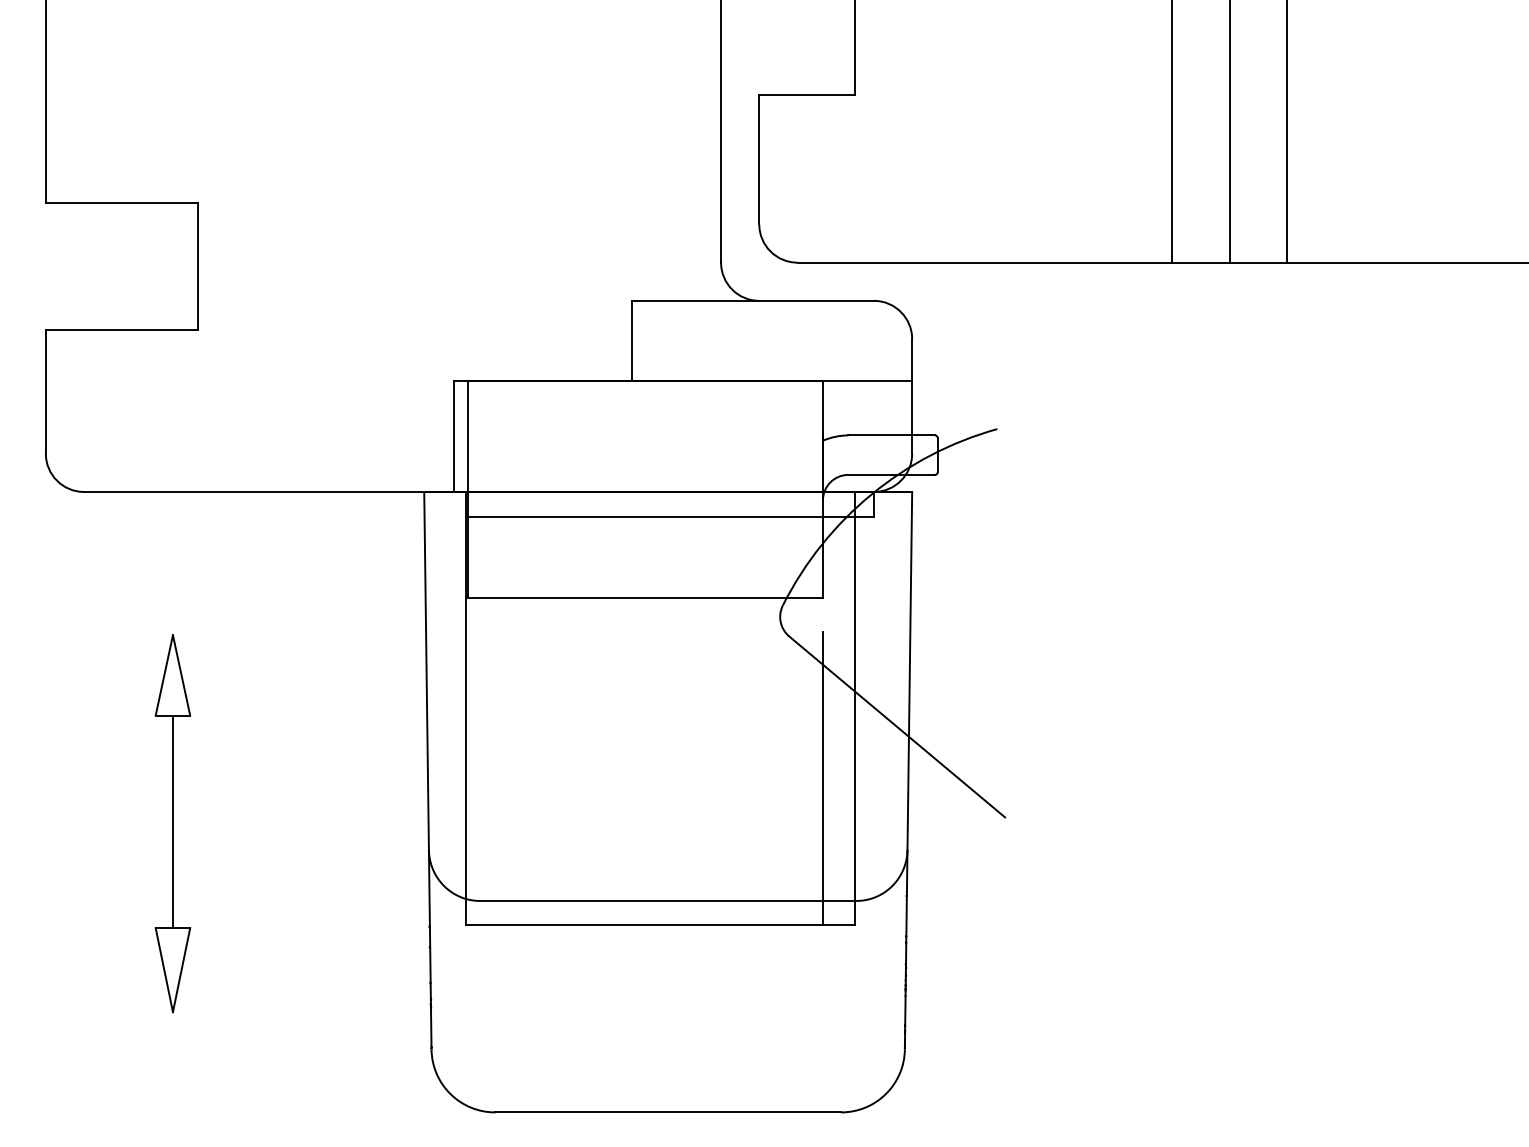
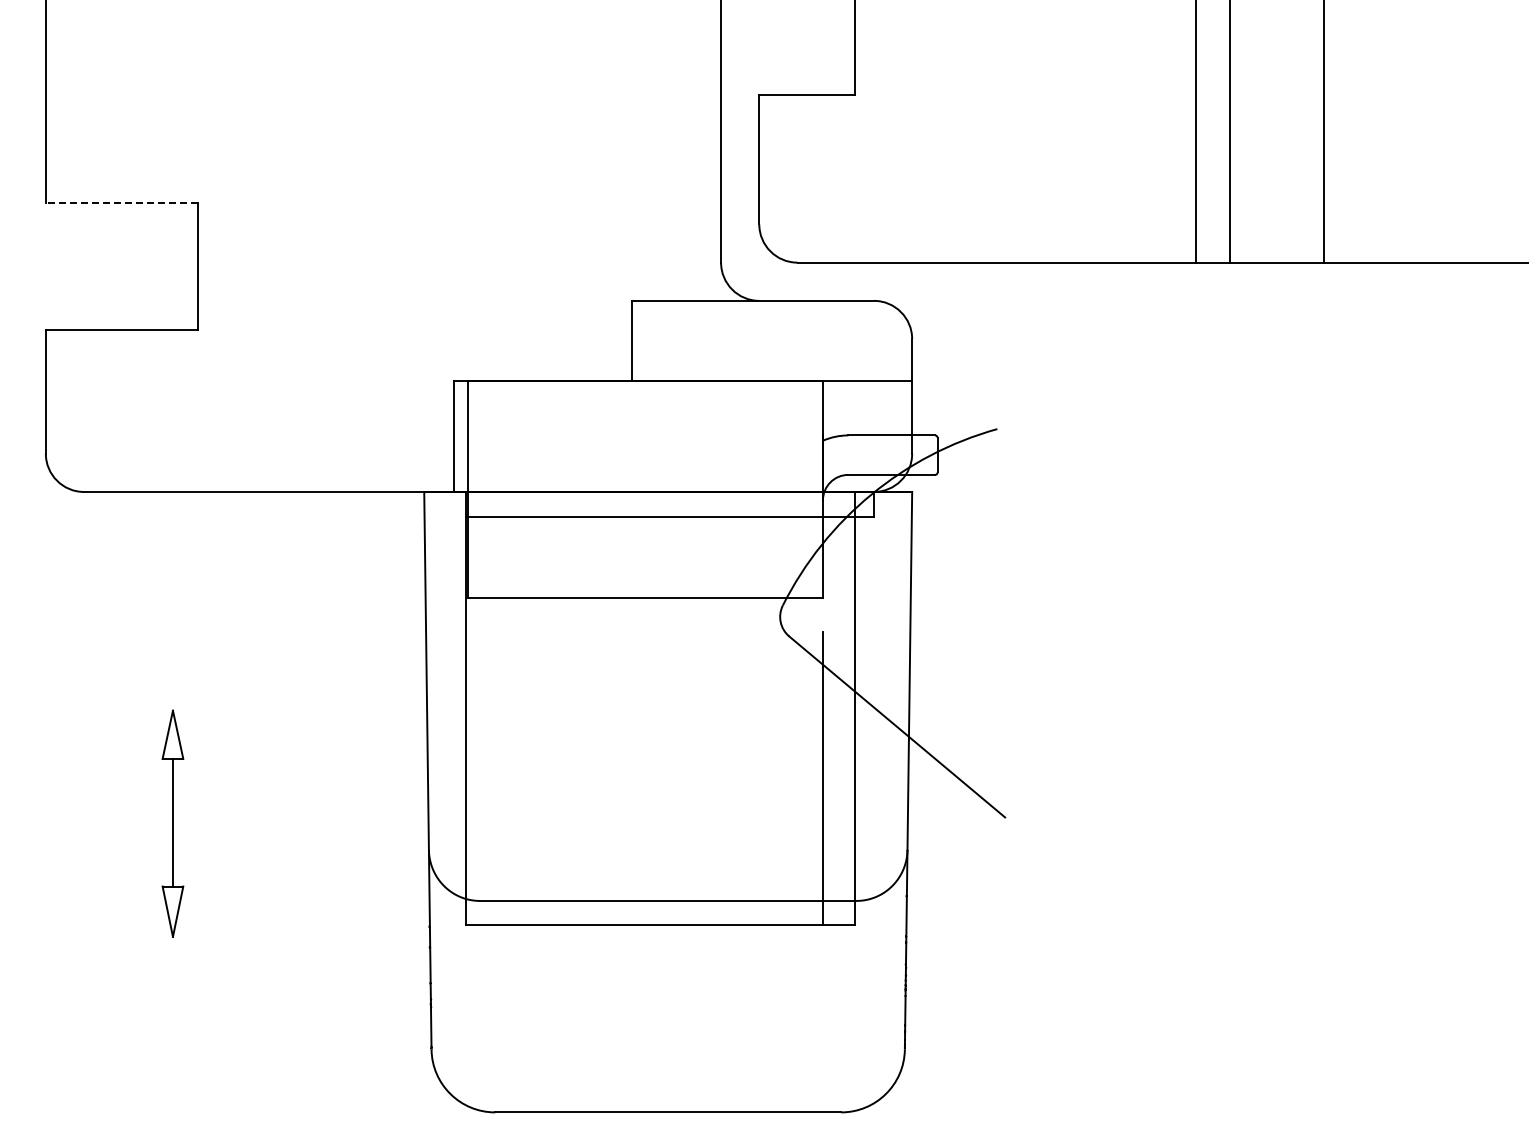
line at (1172, 132) position: (1172, 132) -> (1196, 132)
line at (1287, 132) position: (1287, 132) -> (1324, 132)
line at (121, 203): solid -> dashed
part at (172, 823) size: 38x380 px -> 24x229 px
